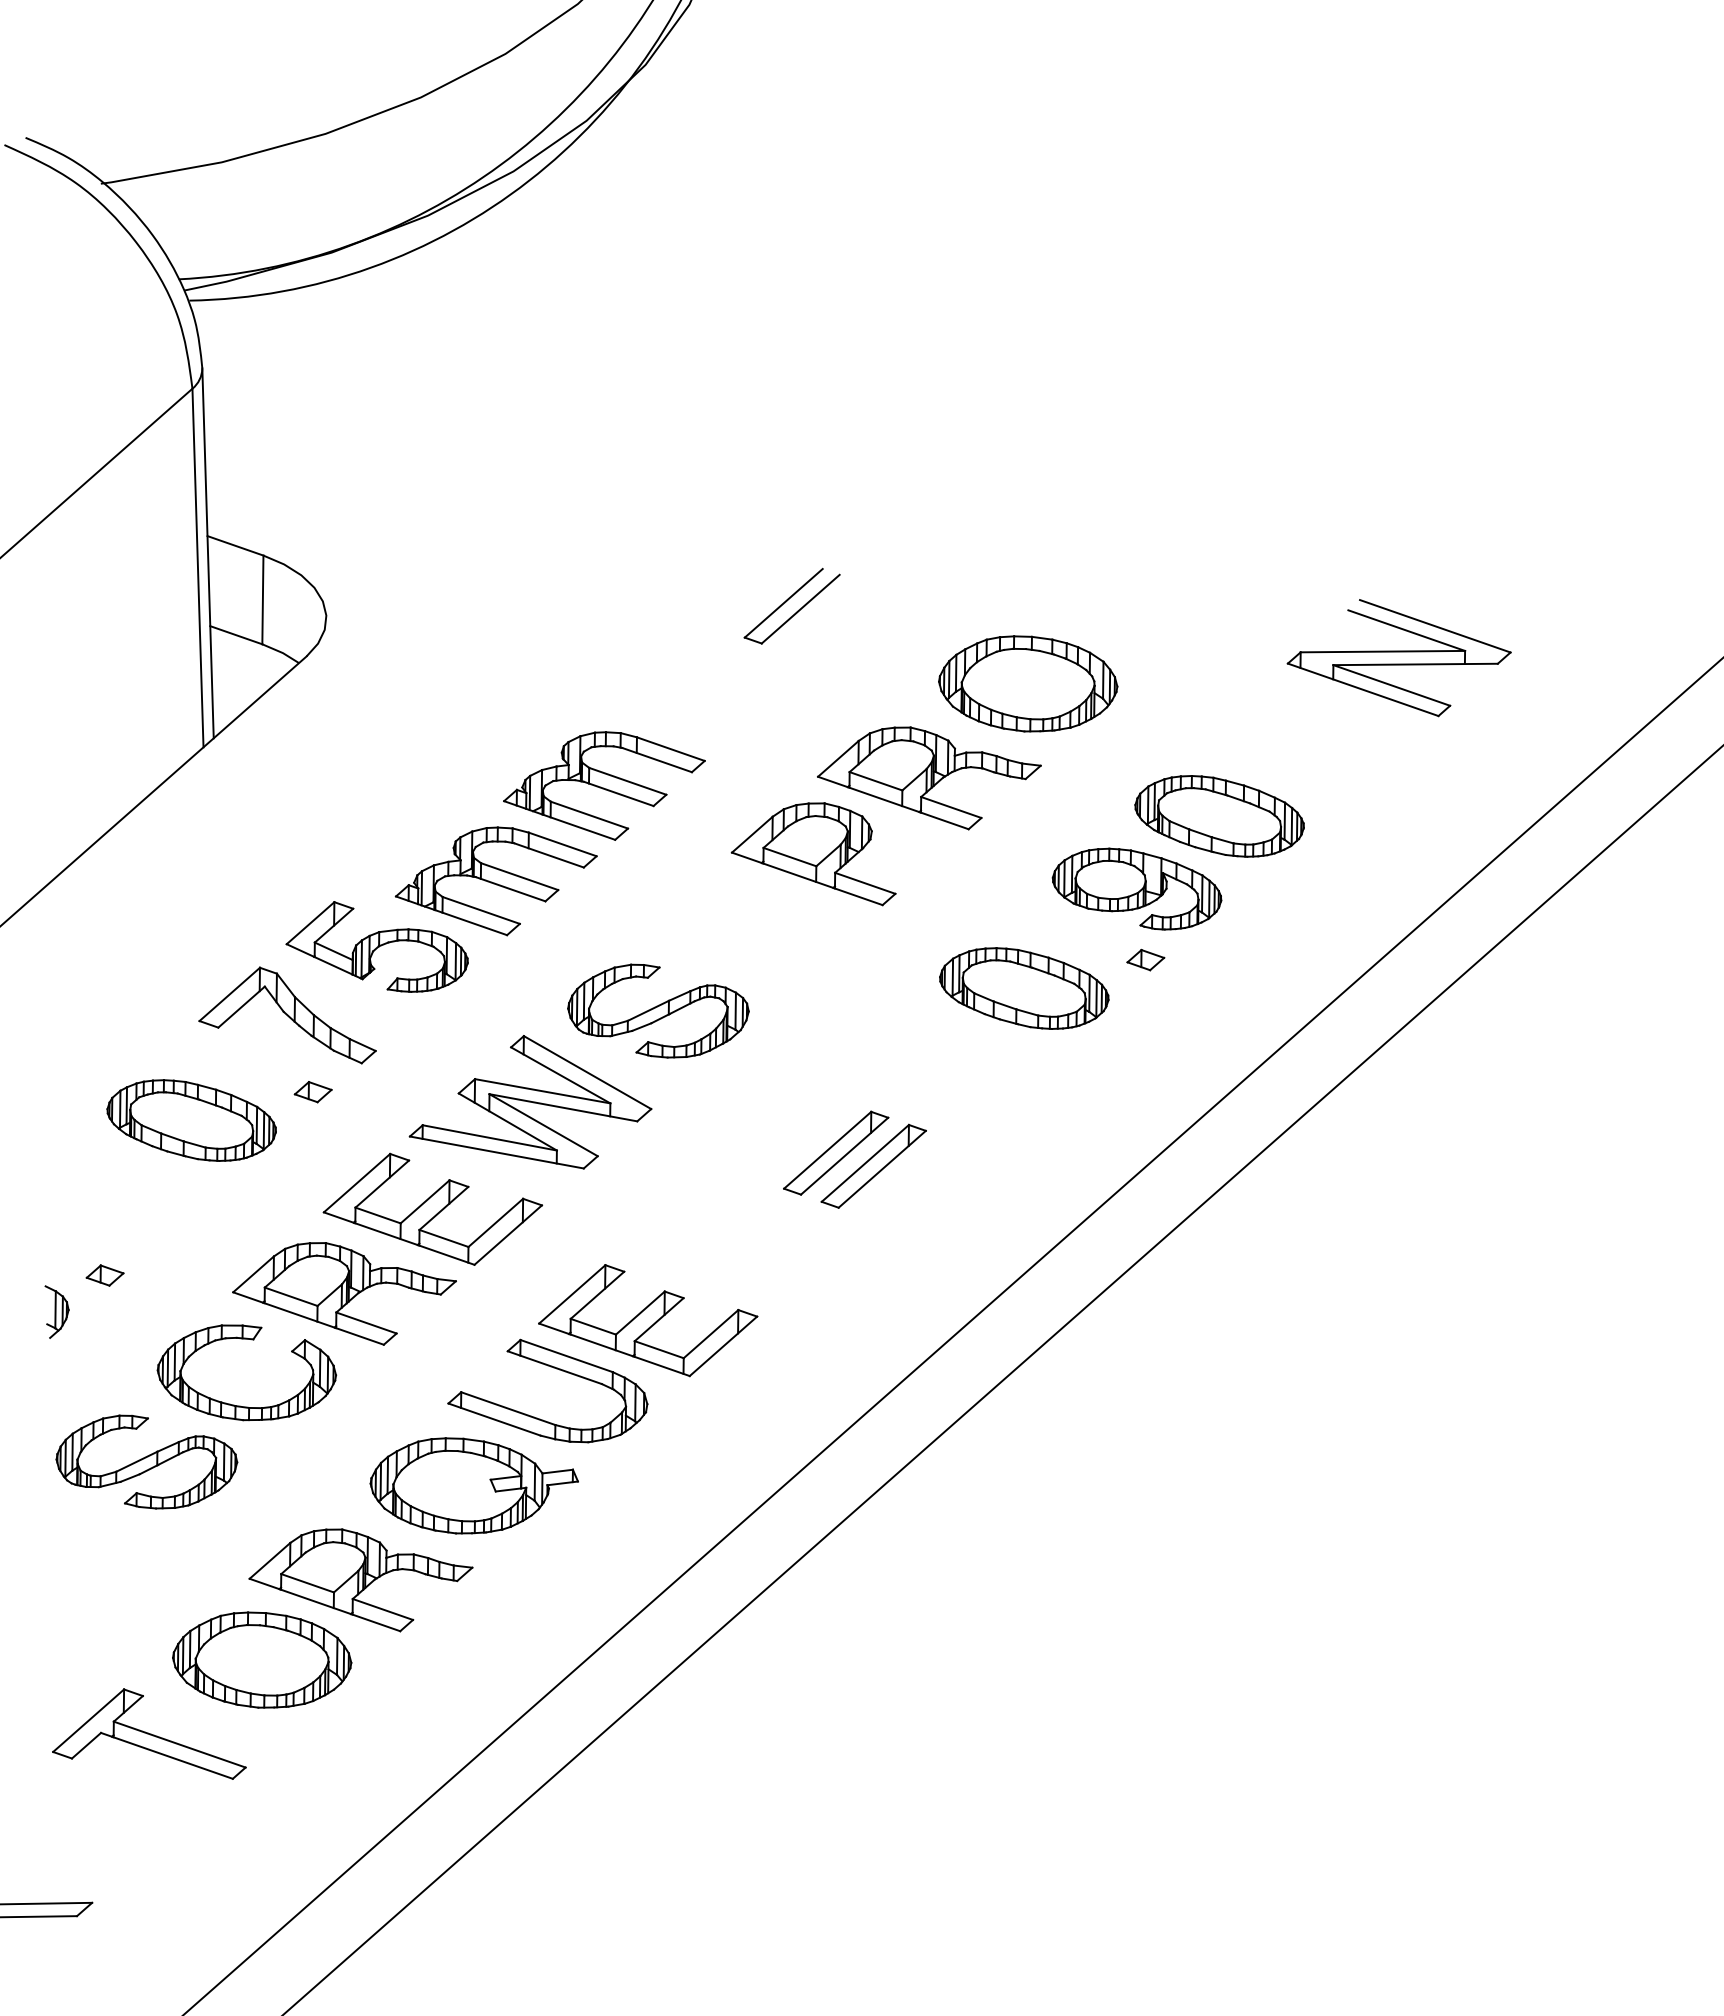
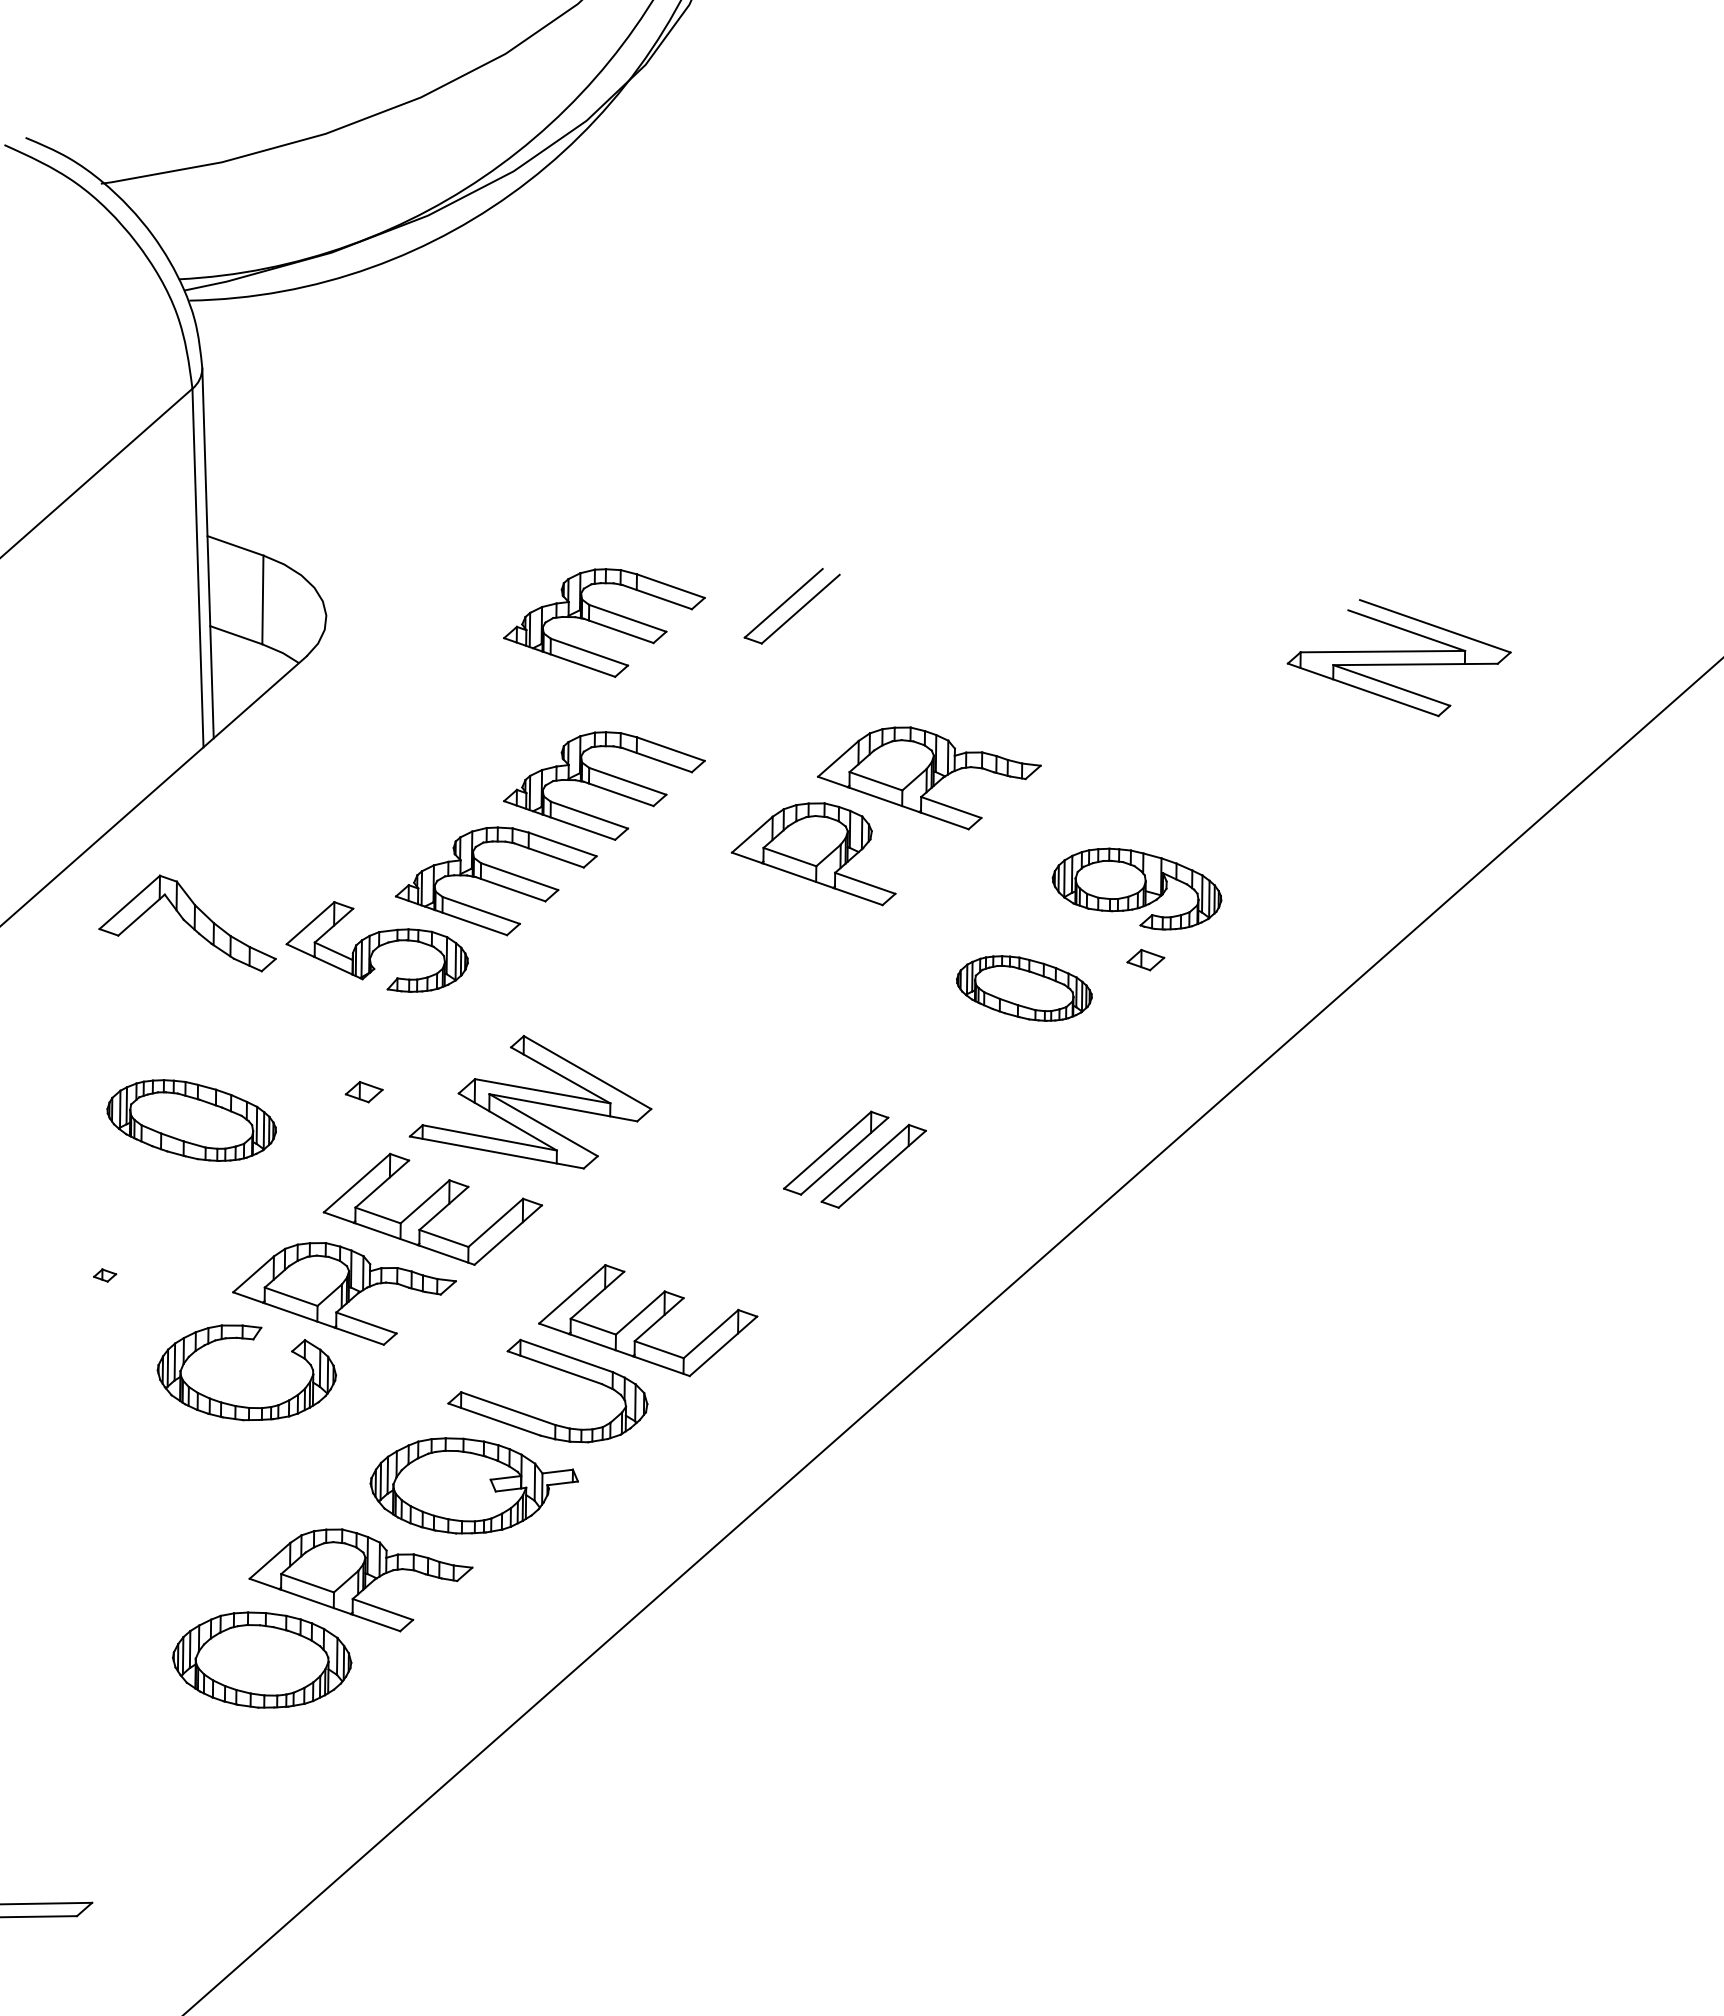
part at (604, 622): none -> present
part at (1028, 683): present -> none
part at (1219, 816): present -> none
part at (1024, 988) size: 171x83 px -> 137x67 px
part at (658, 1010): present -> none
part at (287, 1015) position: (287, 1015) -> (187, 923)
part at (312, 1092) position: (312, 1092) -> (363, 1092)
part at (104, 1275) size: 40x23 px -> 25x15 px
part at (56, 1311): present -> none
line at (1003, 1379): present -> none
part at (146, 1461): present -> none
part at (149, 1733): present -> none
